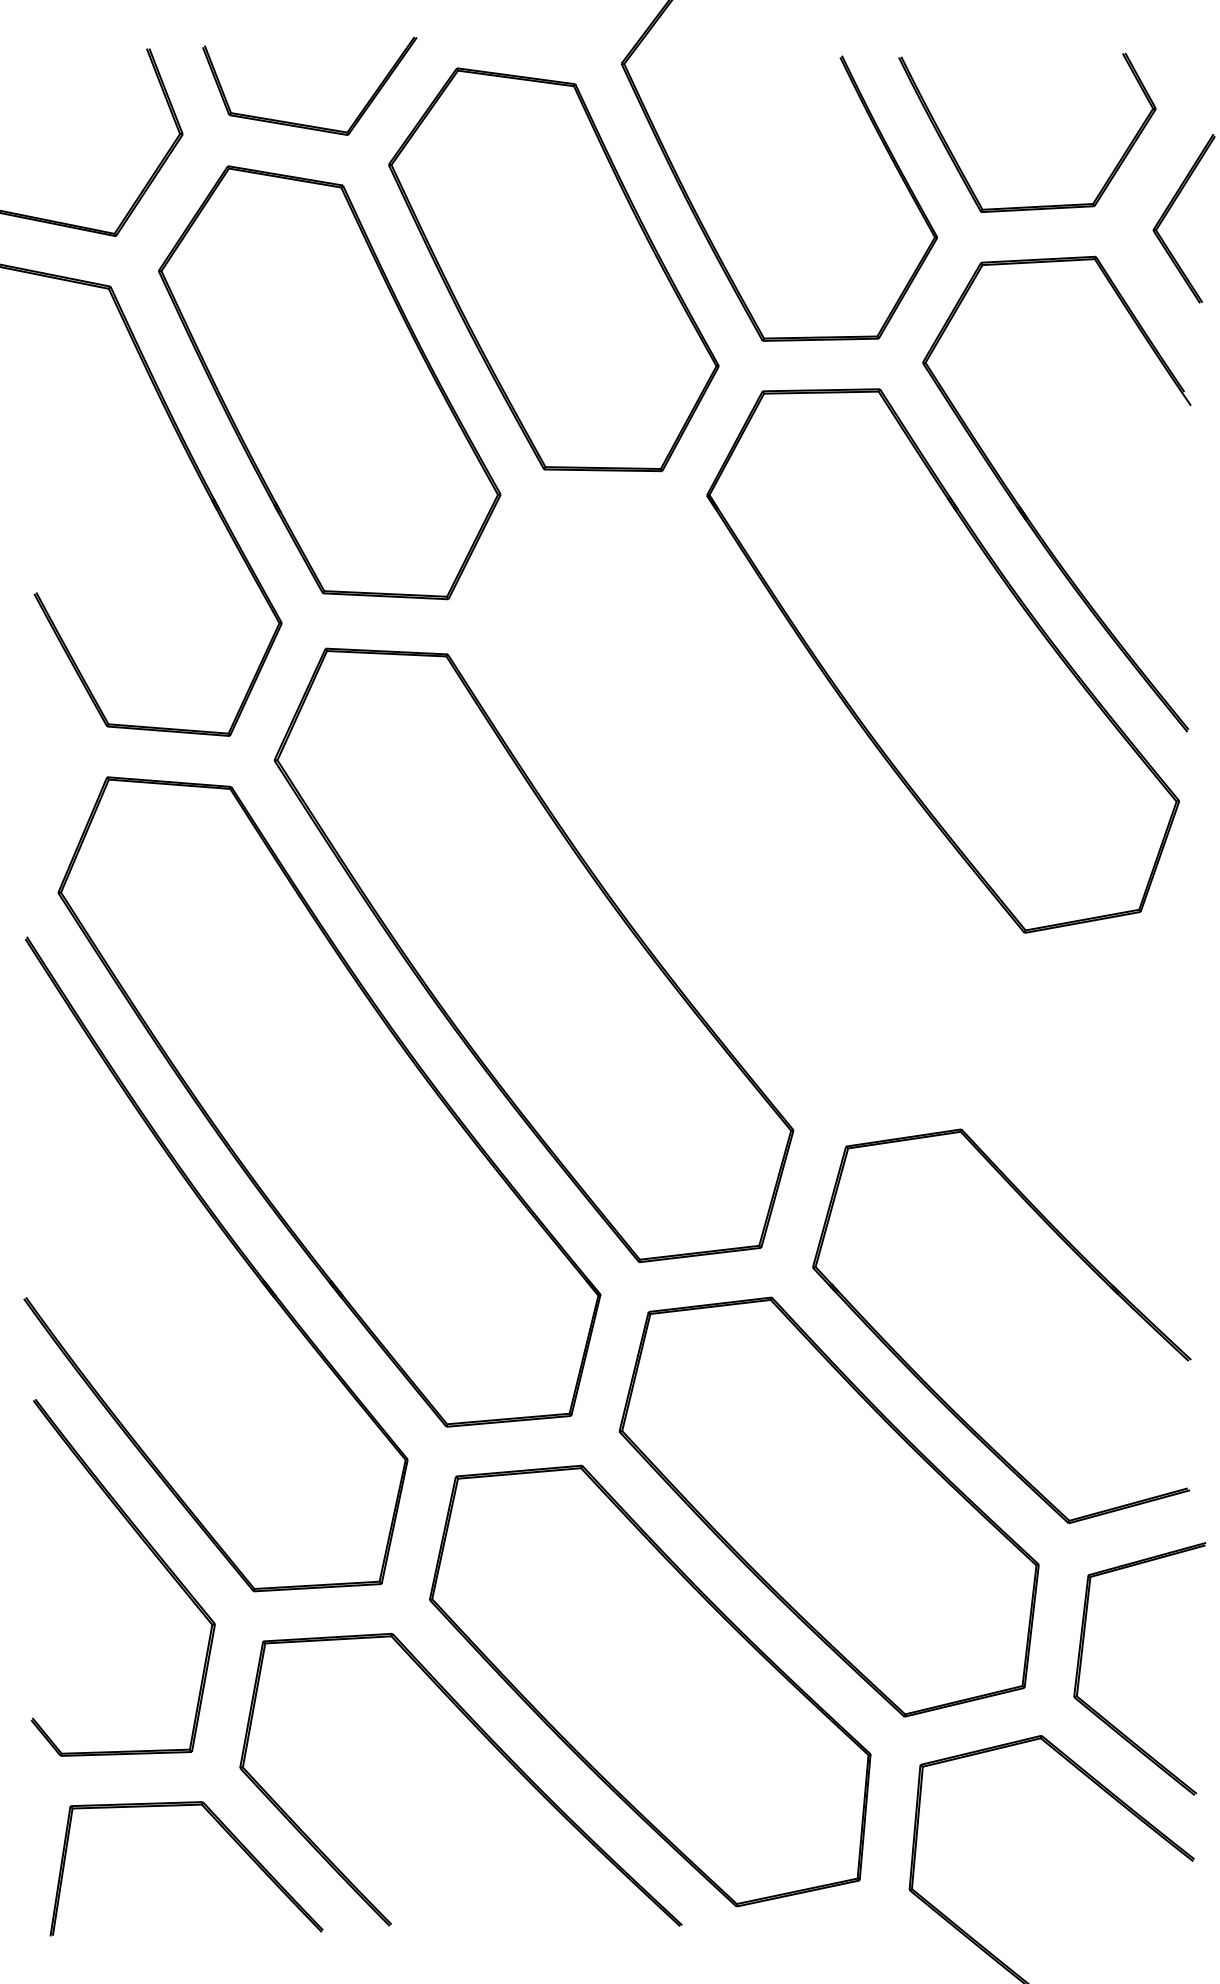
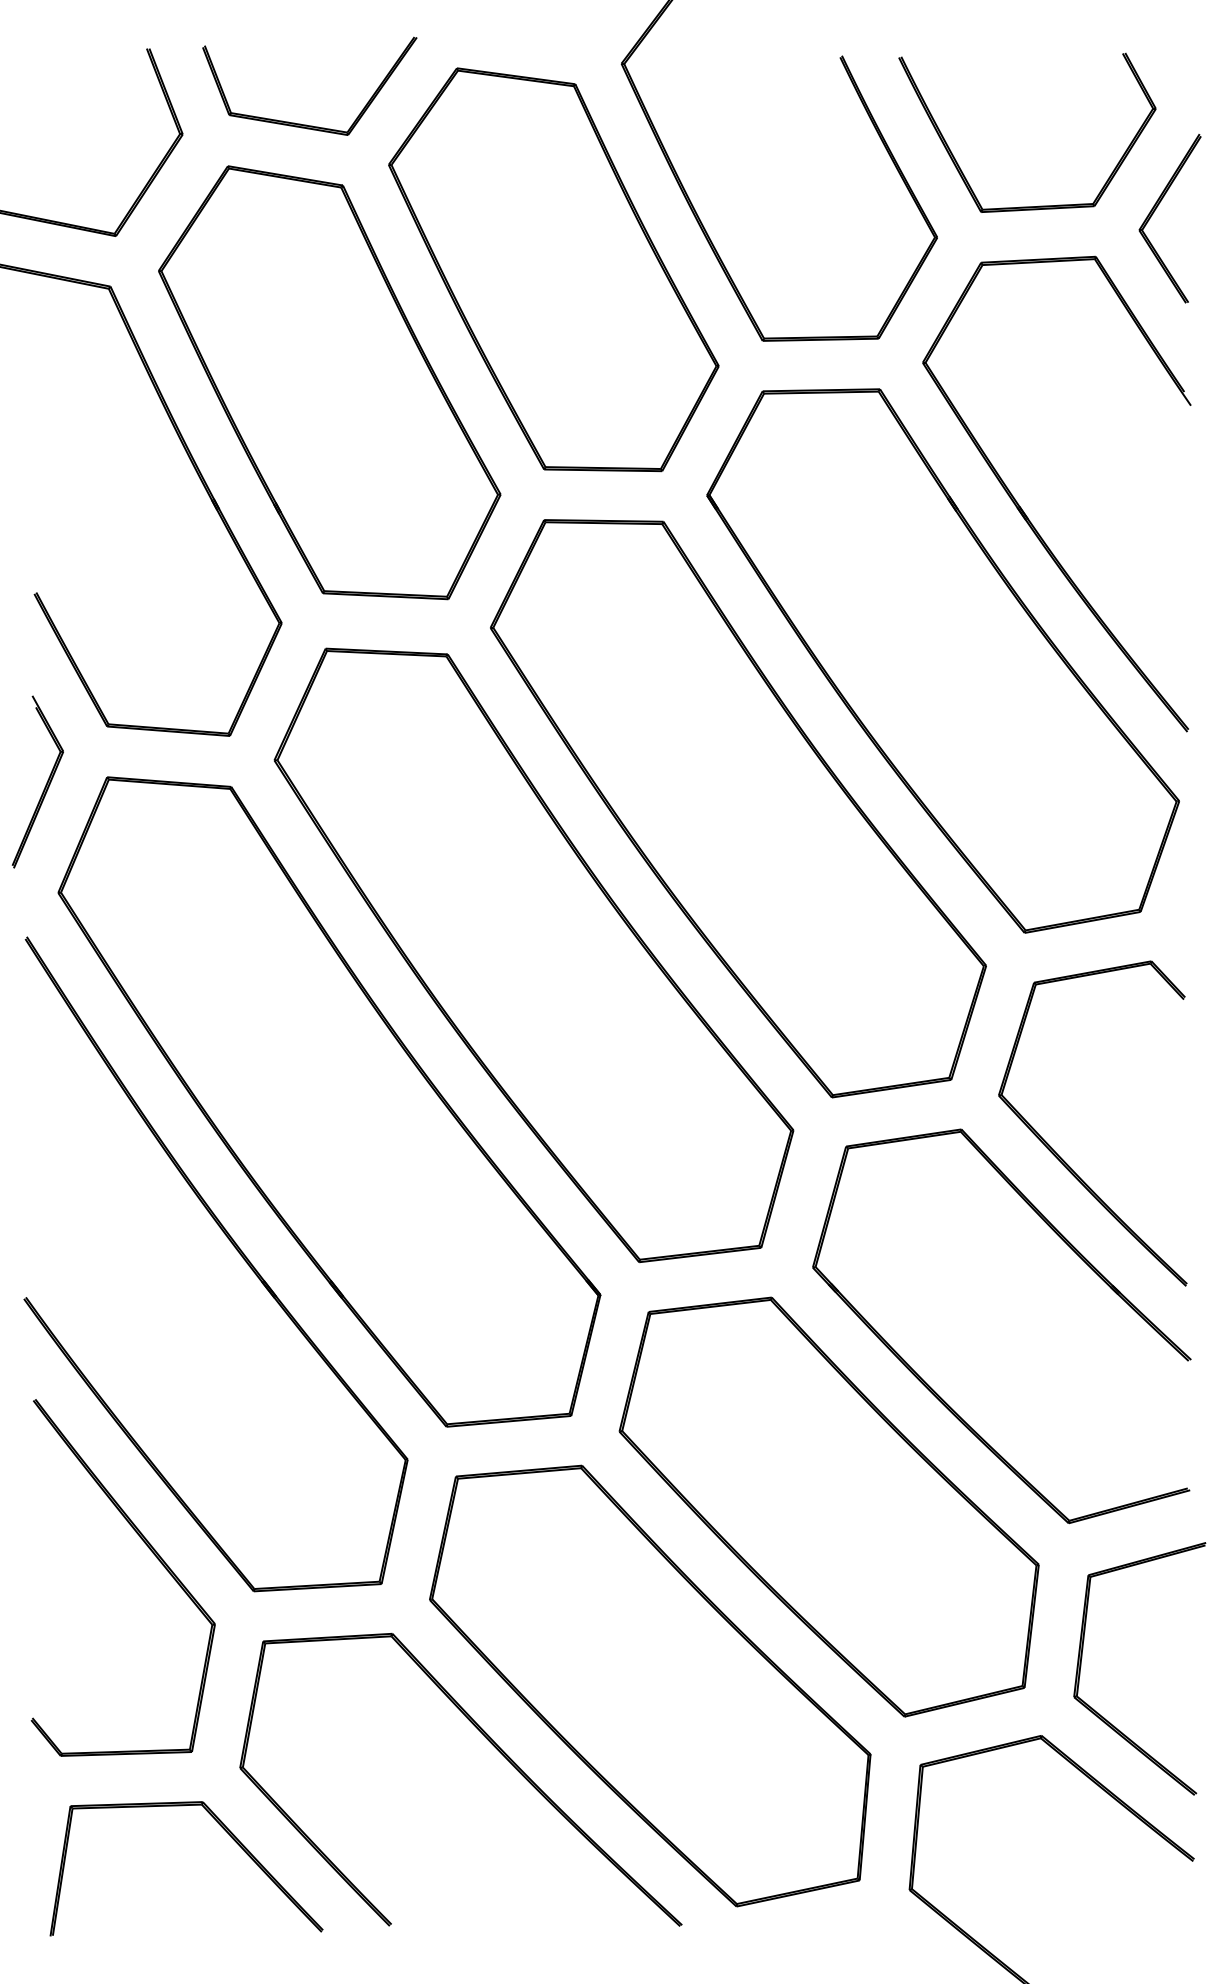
part at (1170, 209) position: (1170, 209) -> (1156, 209)
part at (45, 784): none -> present
part at (738, 808): none -> present
part at (1059, 1155): none -> present
